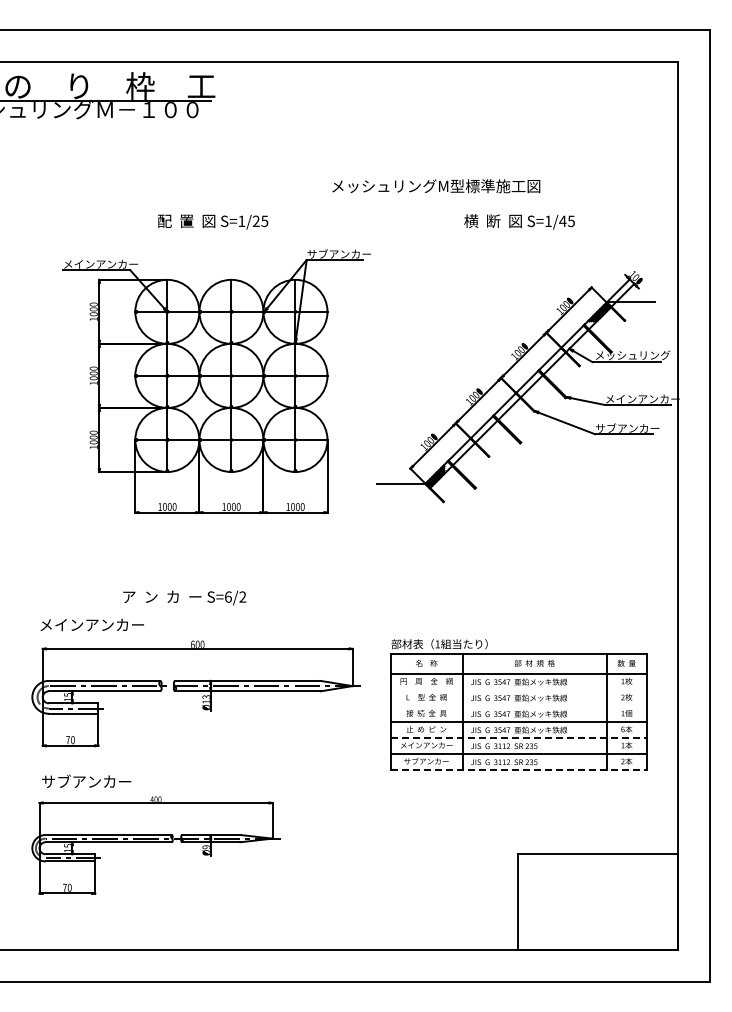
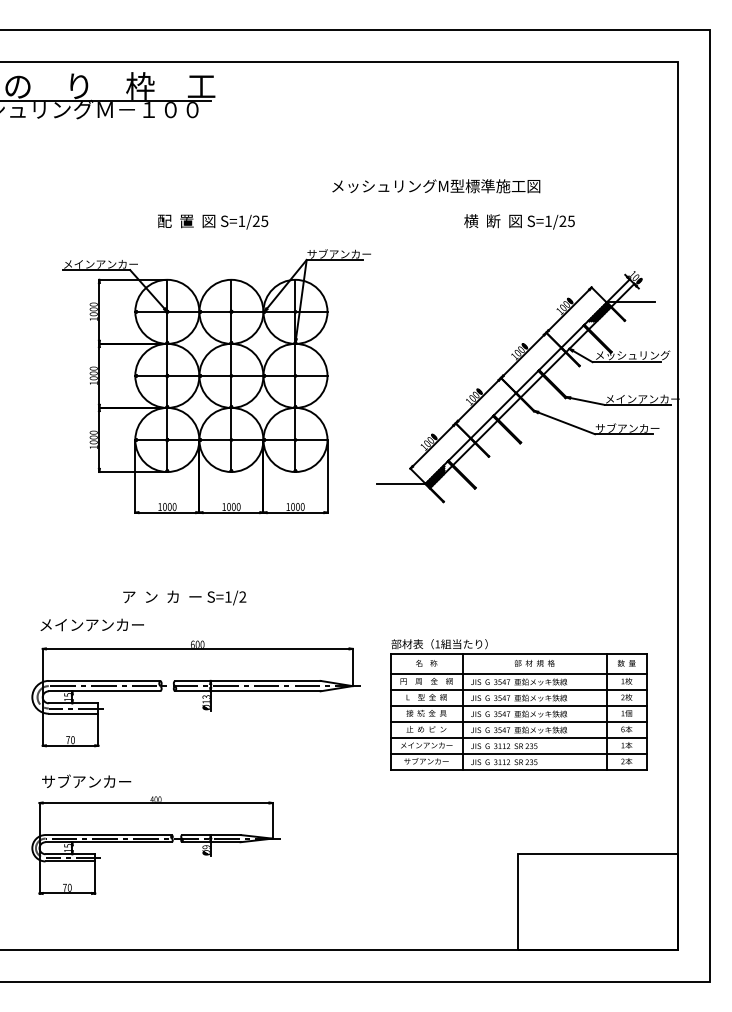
text at (562, 220): S=1/45 -> S=1/25
text at (228, 596): S=6/2 -> S=1/2
line at (518, 690): none -> present
line at (518, 706): none -> present
line at (519, 738): dashed -> solid
line at (519, 770): dashed -> solid
